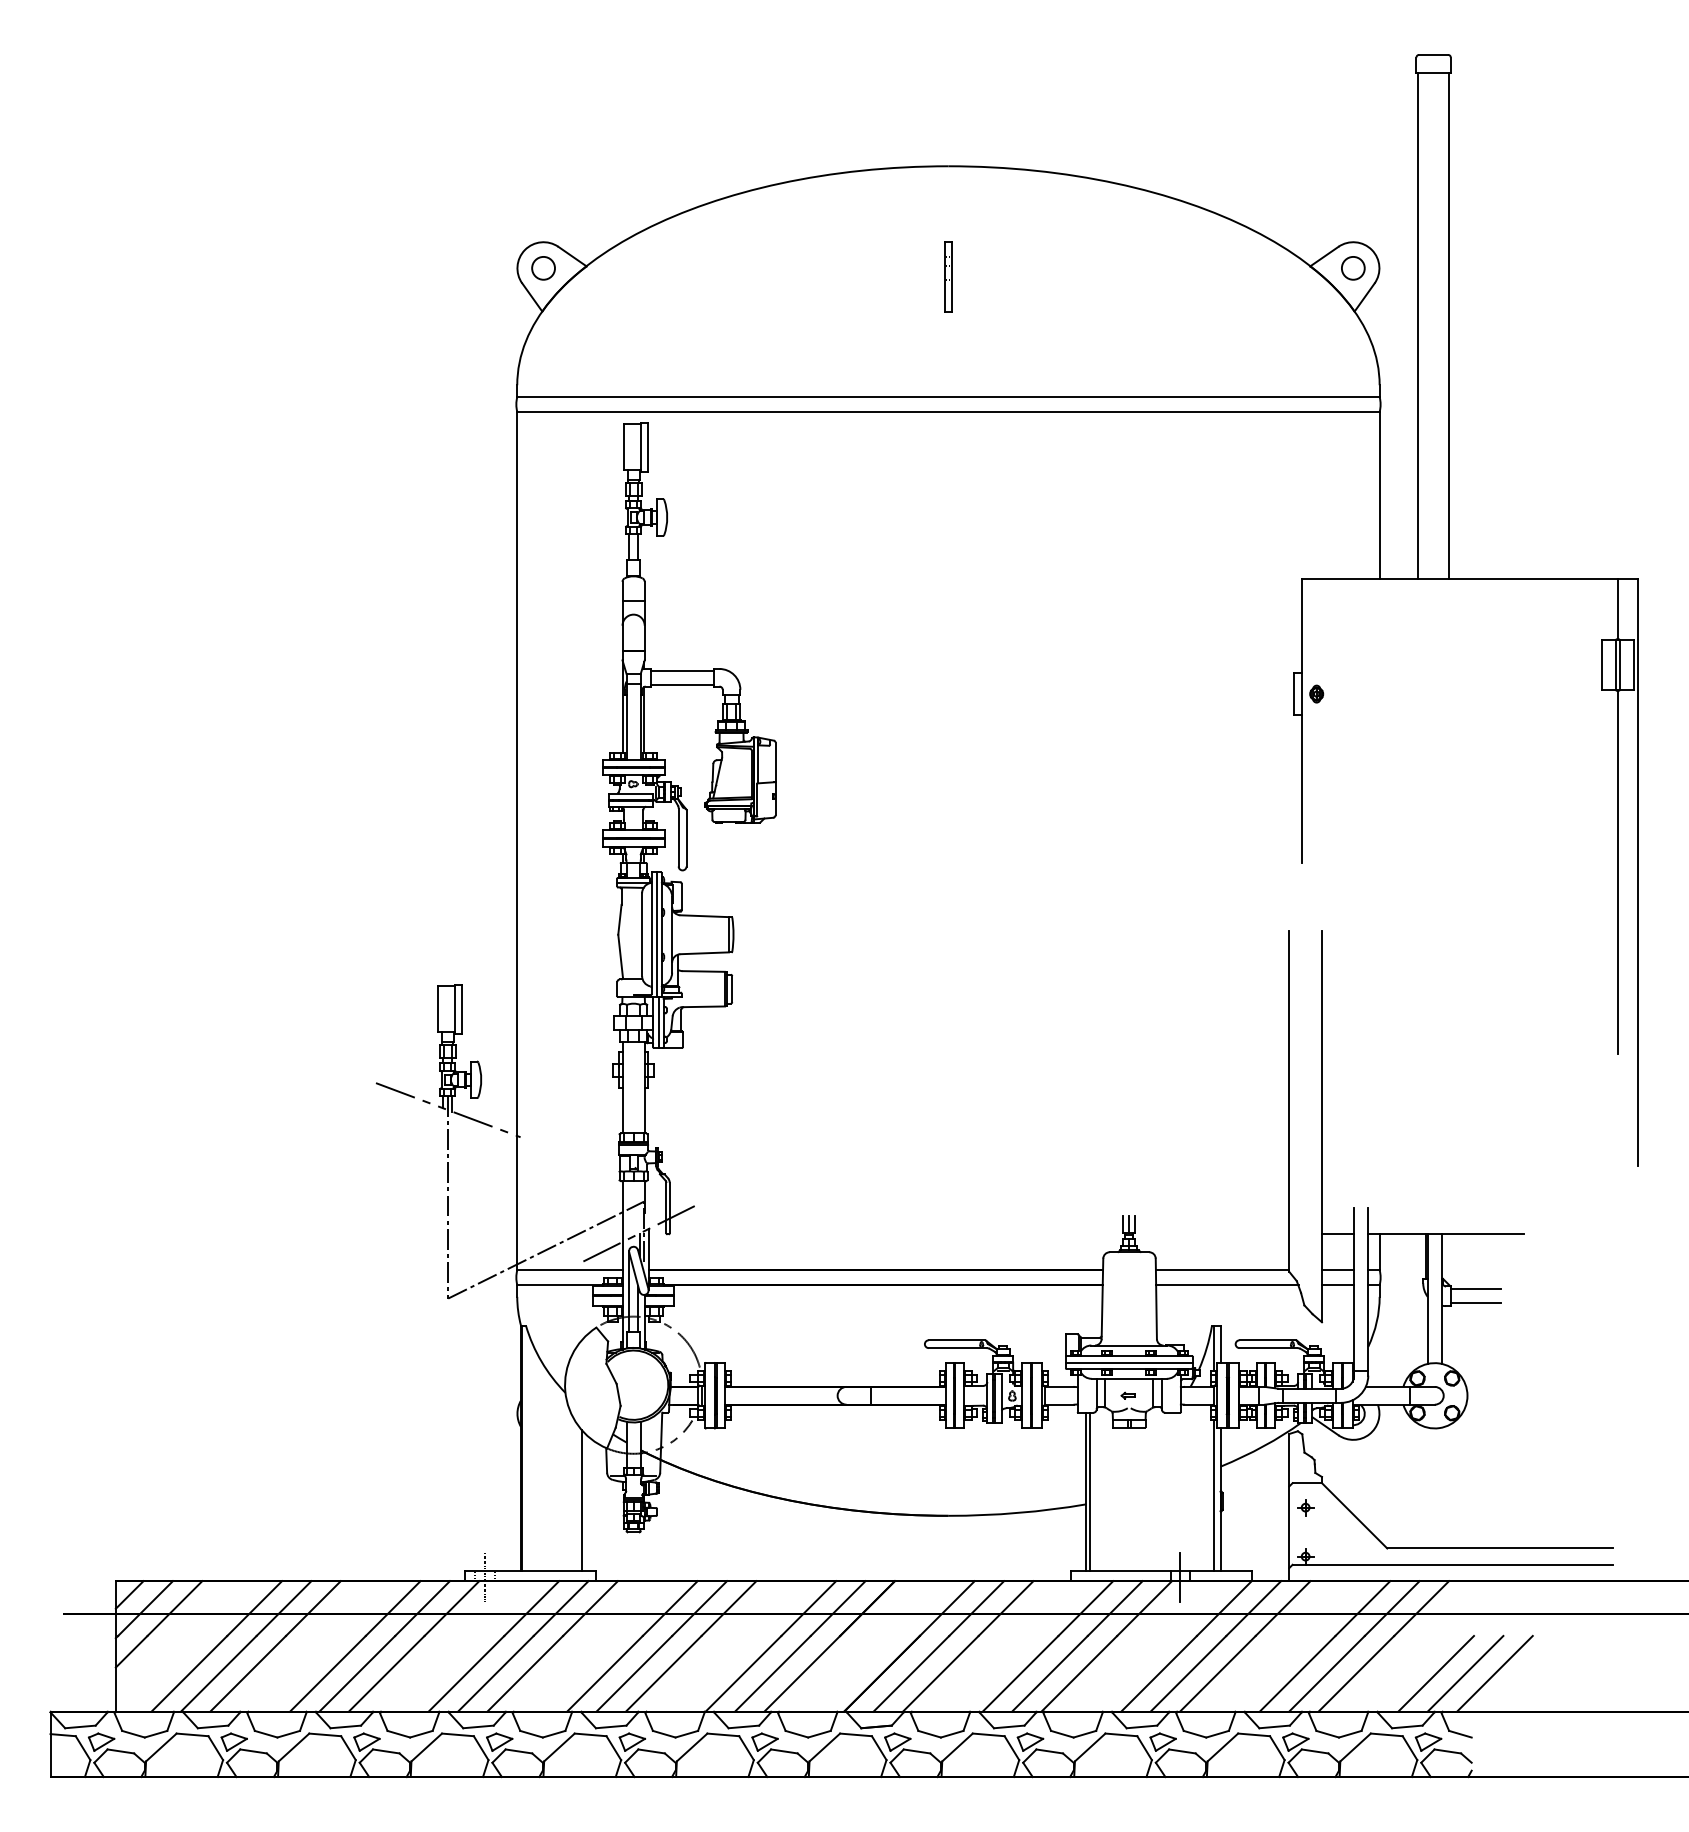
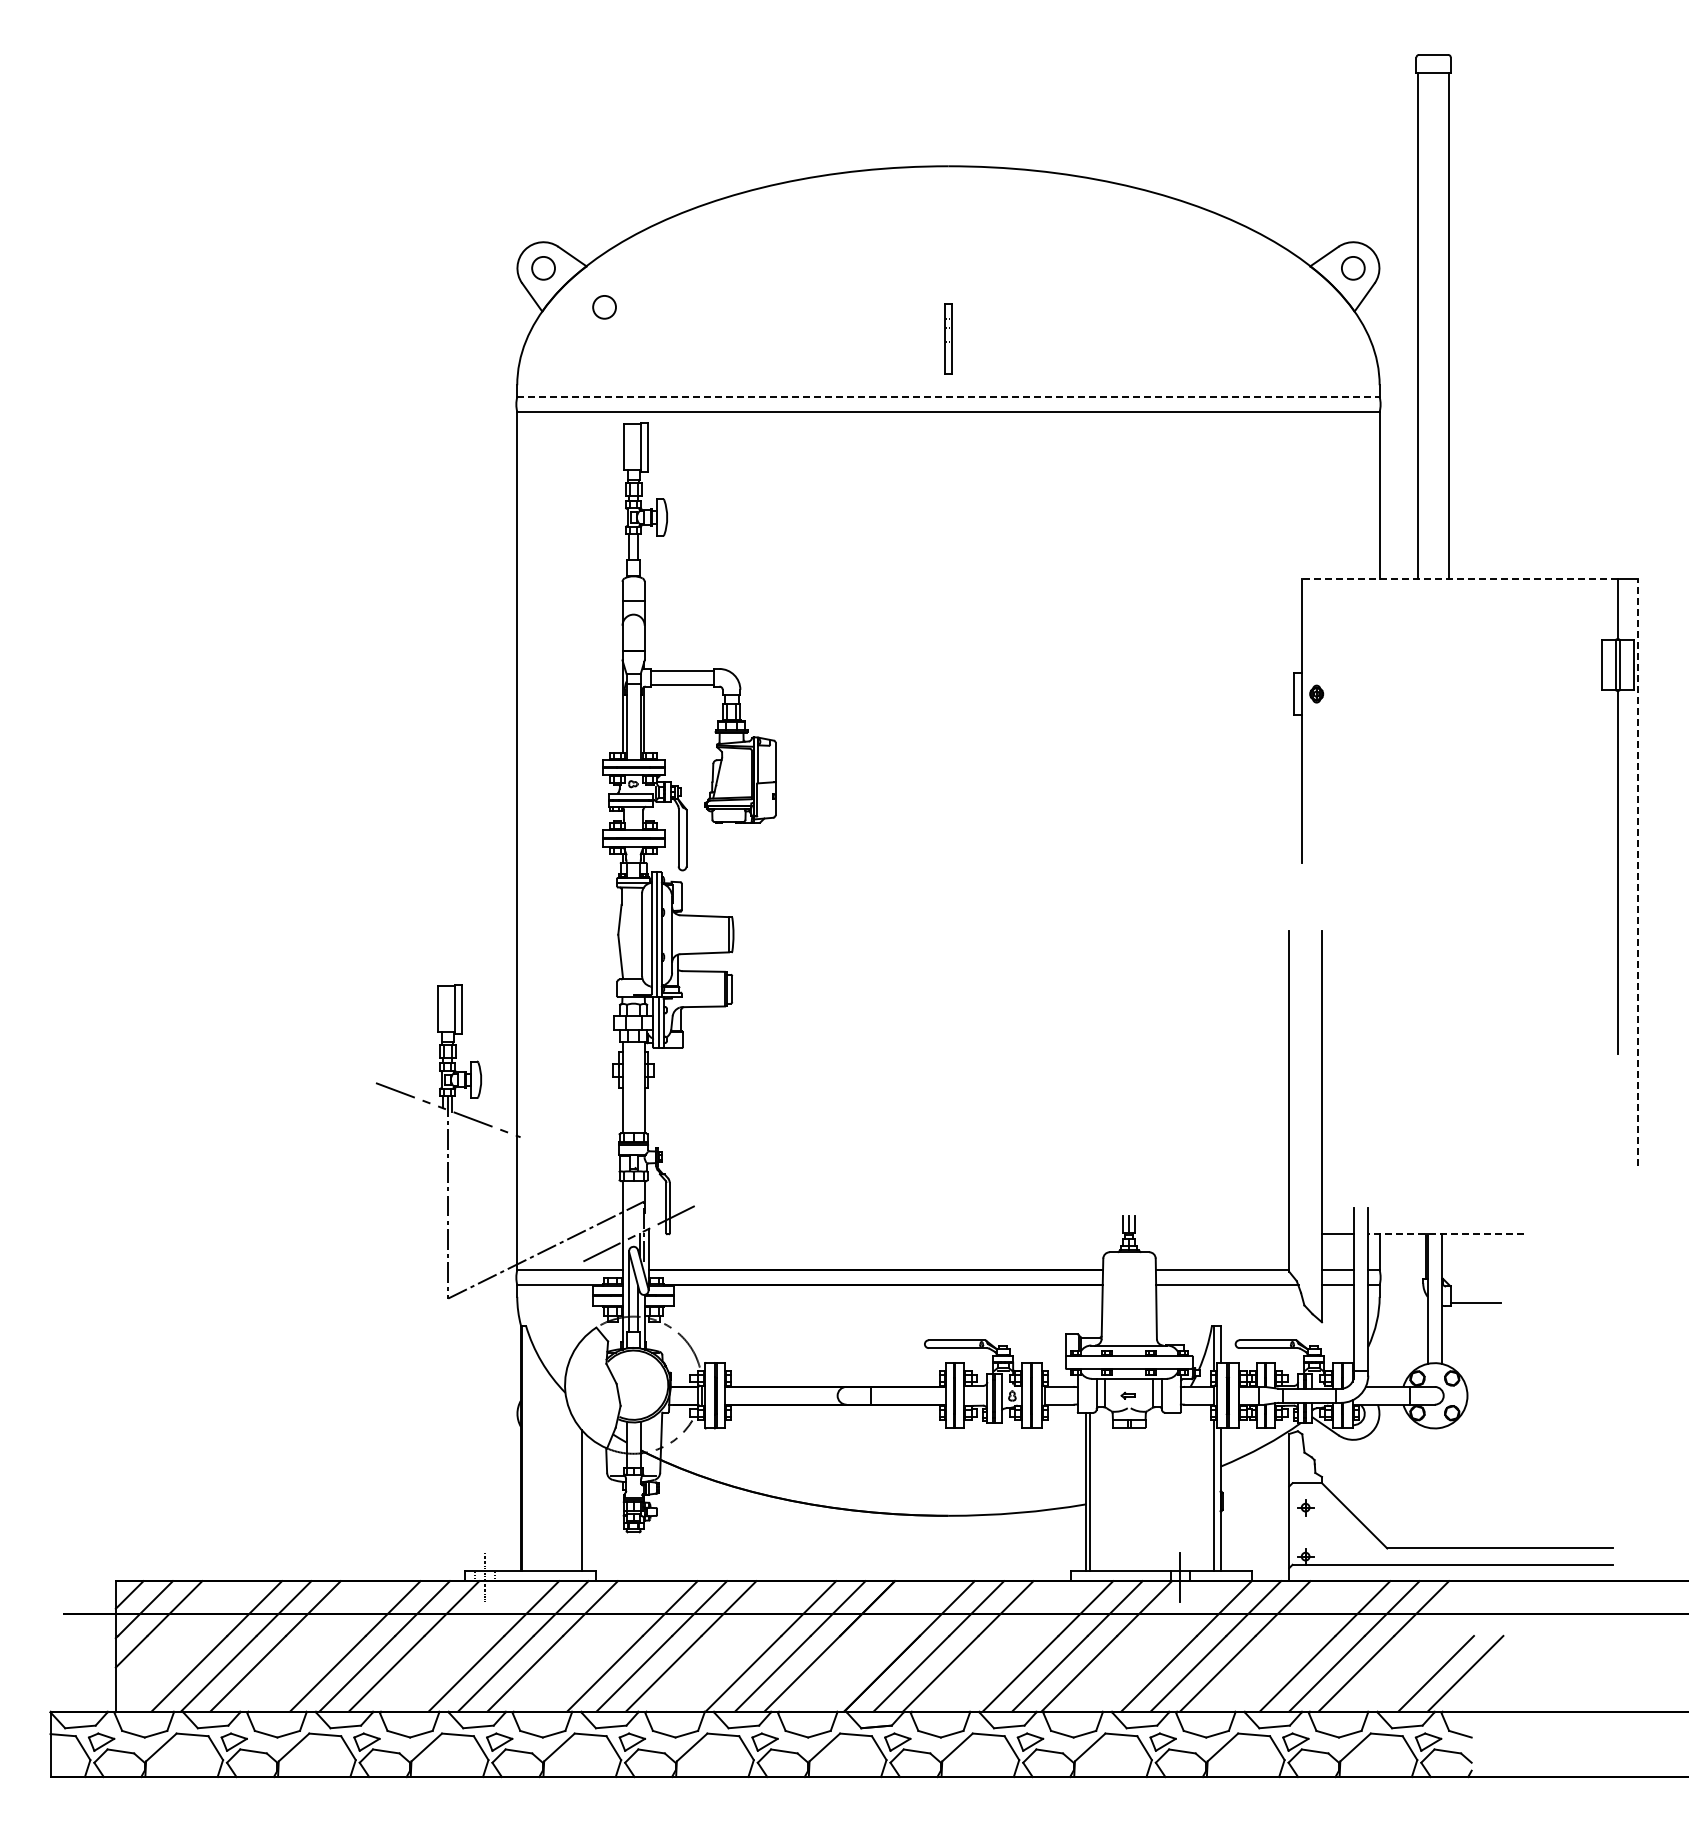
part at (948, 276) position: (948, 276) -> (948, 338)
circle at (604, 307): none -> present
line at (948, 396): solid -> dashed
line at (1459, 578): solid -> dashed
line at (1638, 872): solid -> dashed
line at (1446, 1234): solid -> dashed
line at (1475, 1289): present -> none
line at (1128, 1362): present -> none
line at (1494, 1673): present -> none
